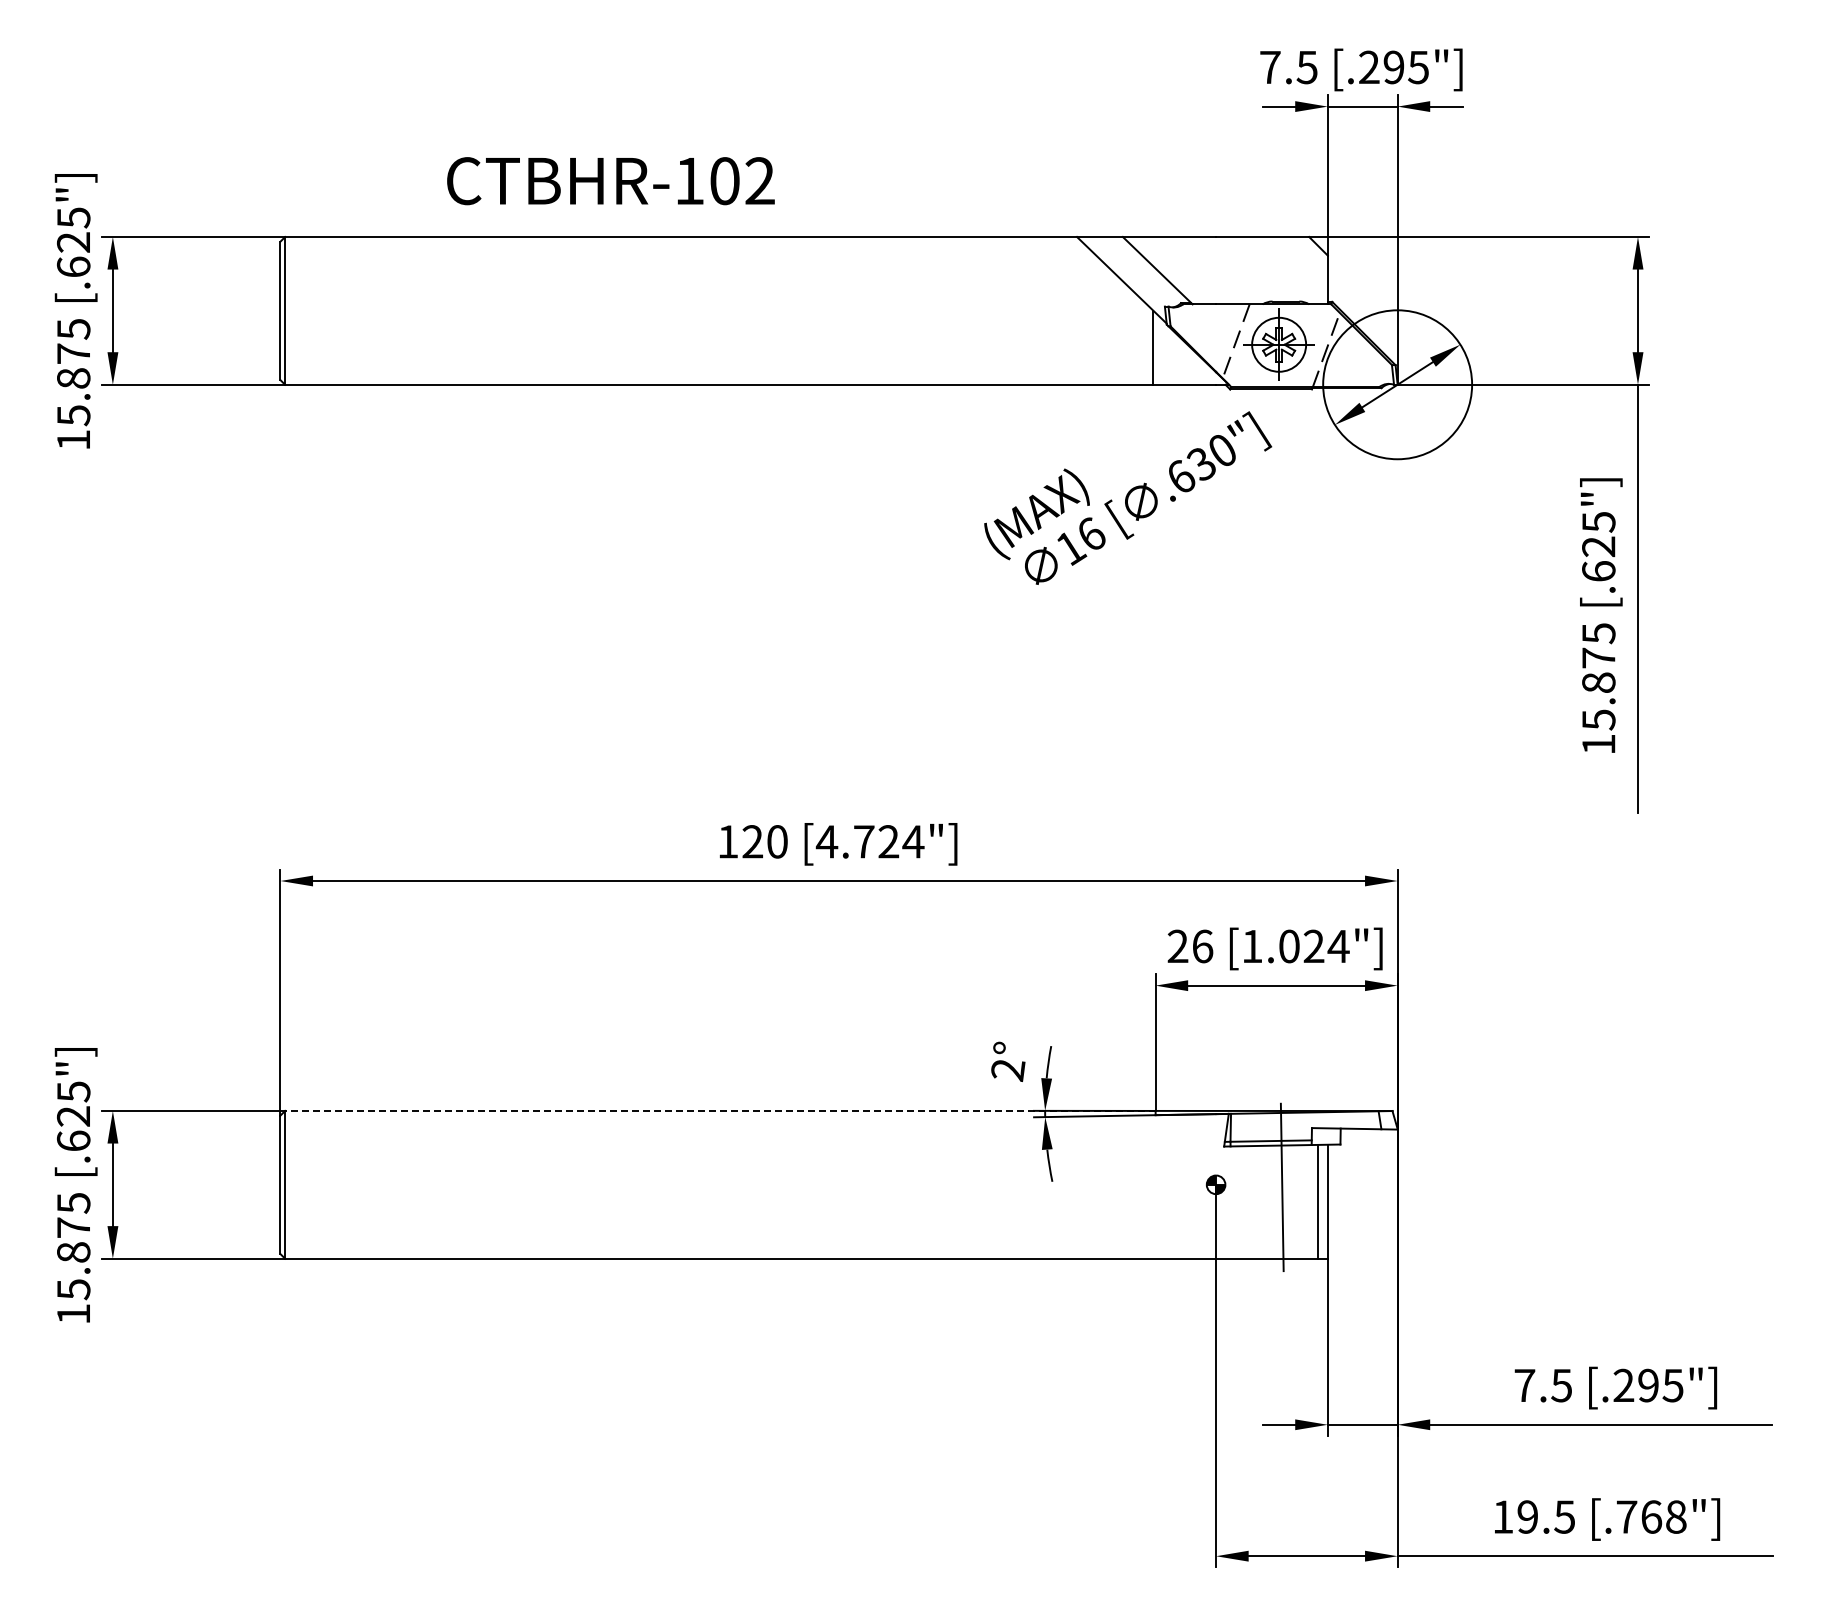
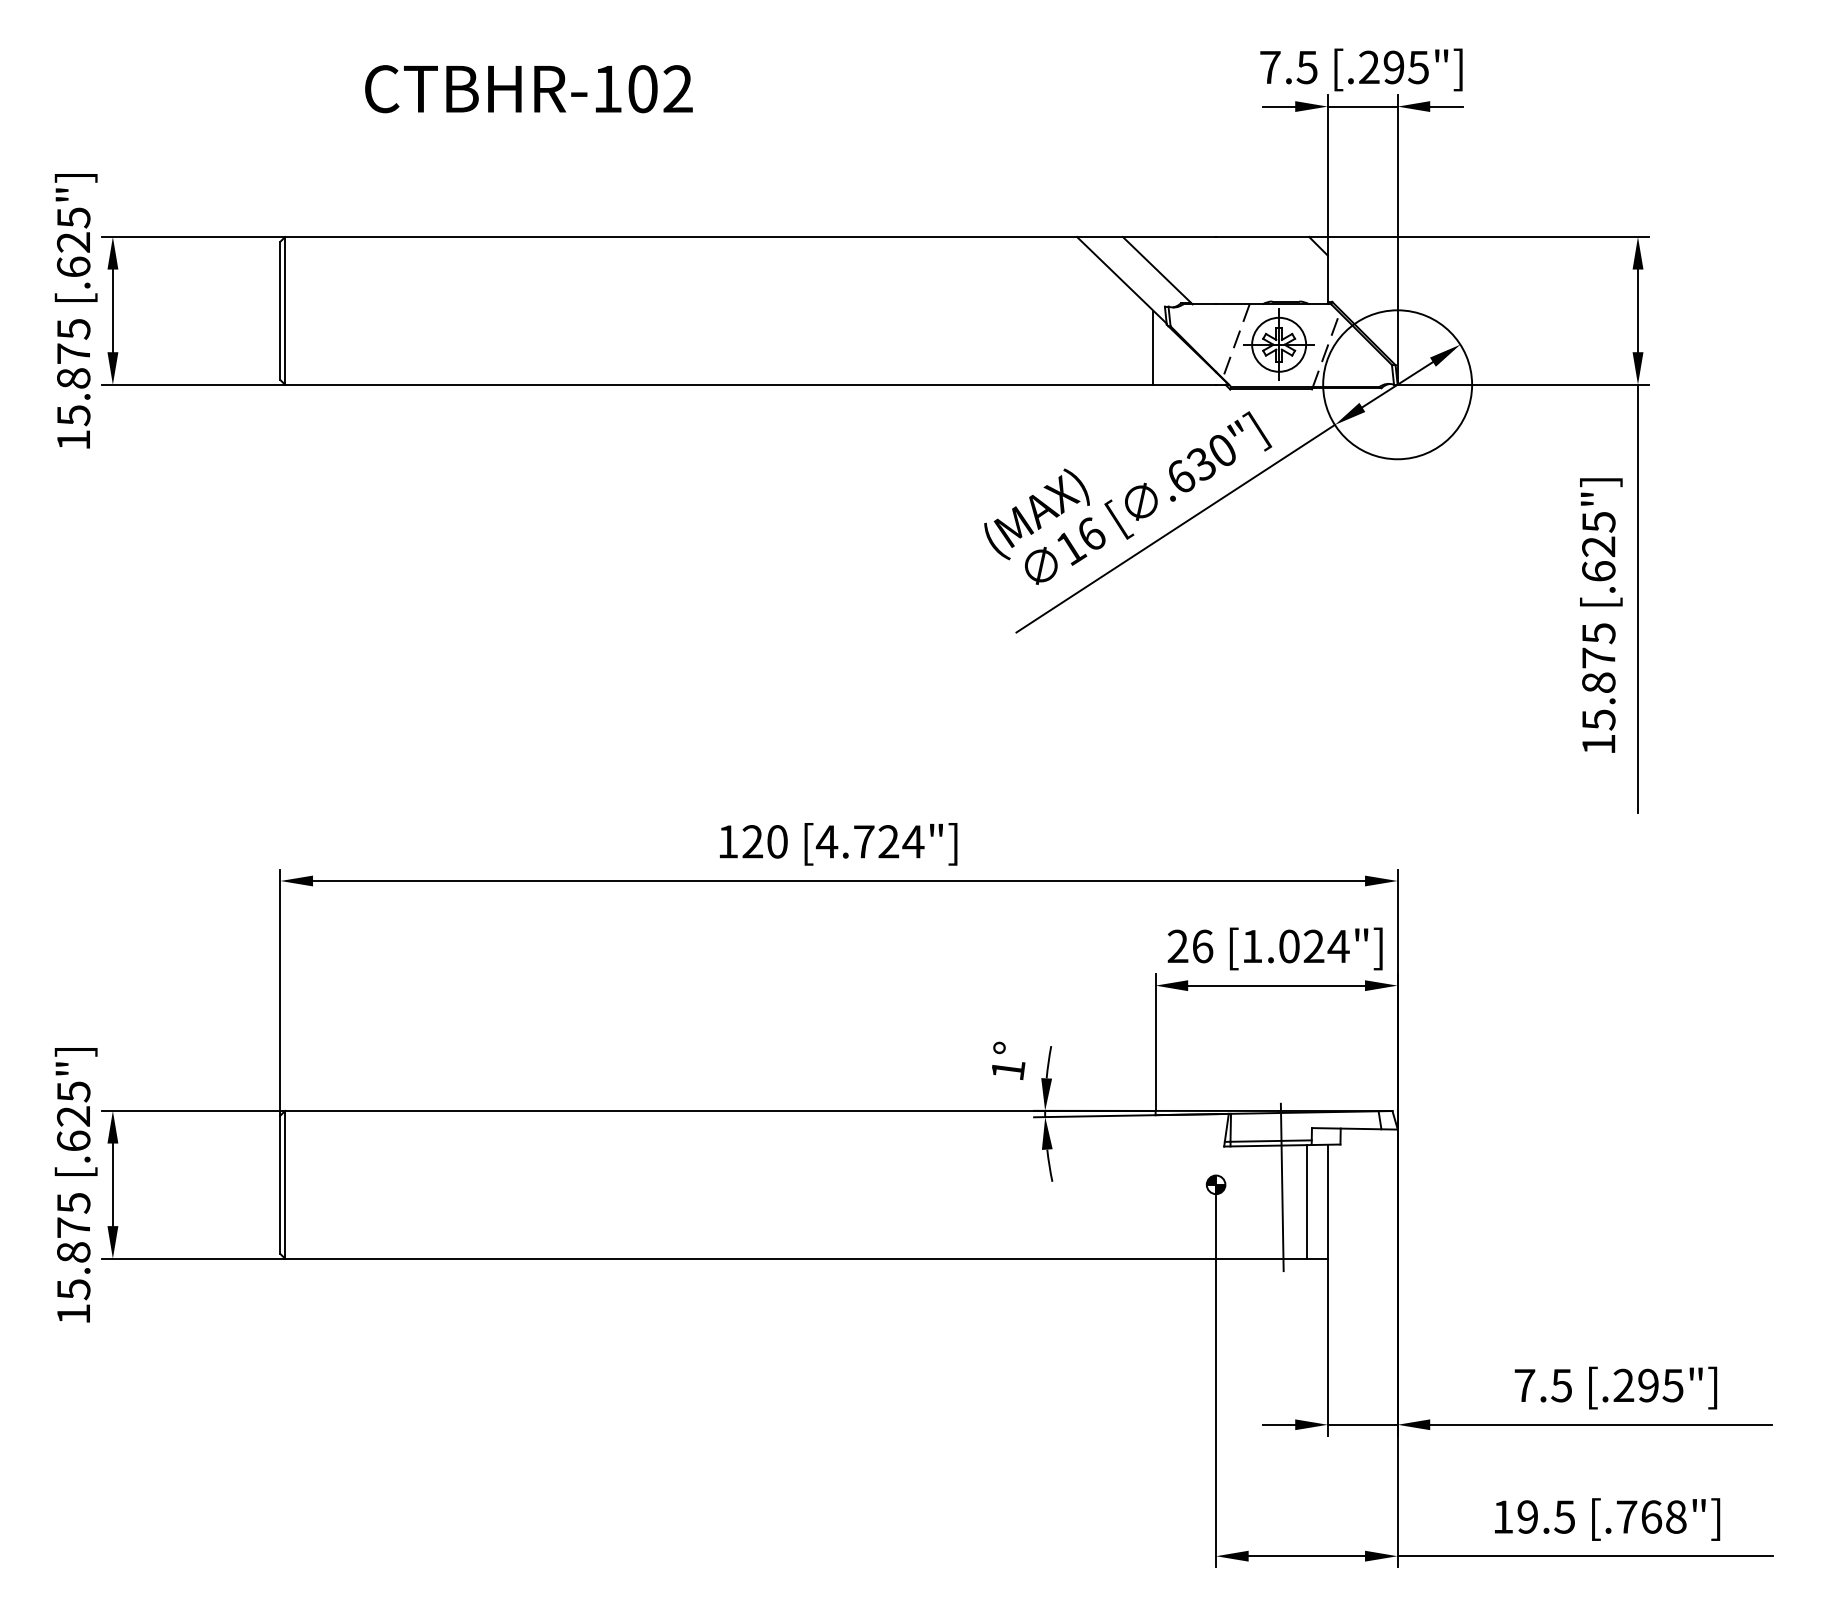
text at (610, 181) position: (610, 181) -> (528, 89)
line at (1175, 528): none -> present
text at (1008, 1071): 2° -> 1°
line at (719, 1110): dashed -> solid
line at (1317, 1201) position: (1317, 1201) -> (1306, 1201)
